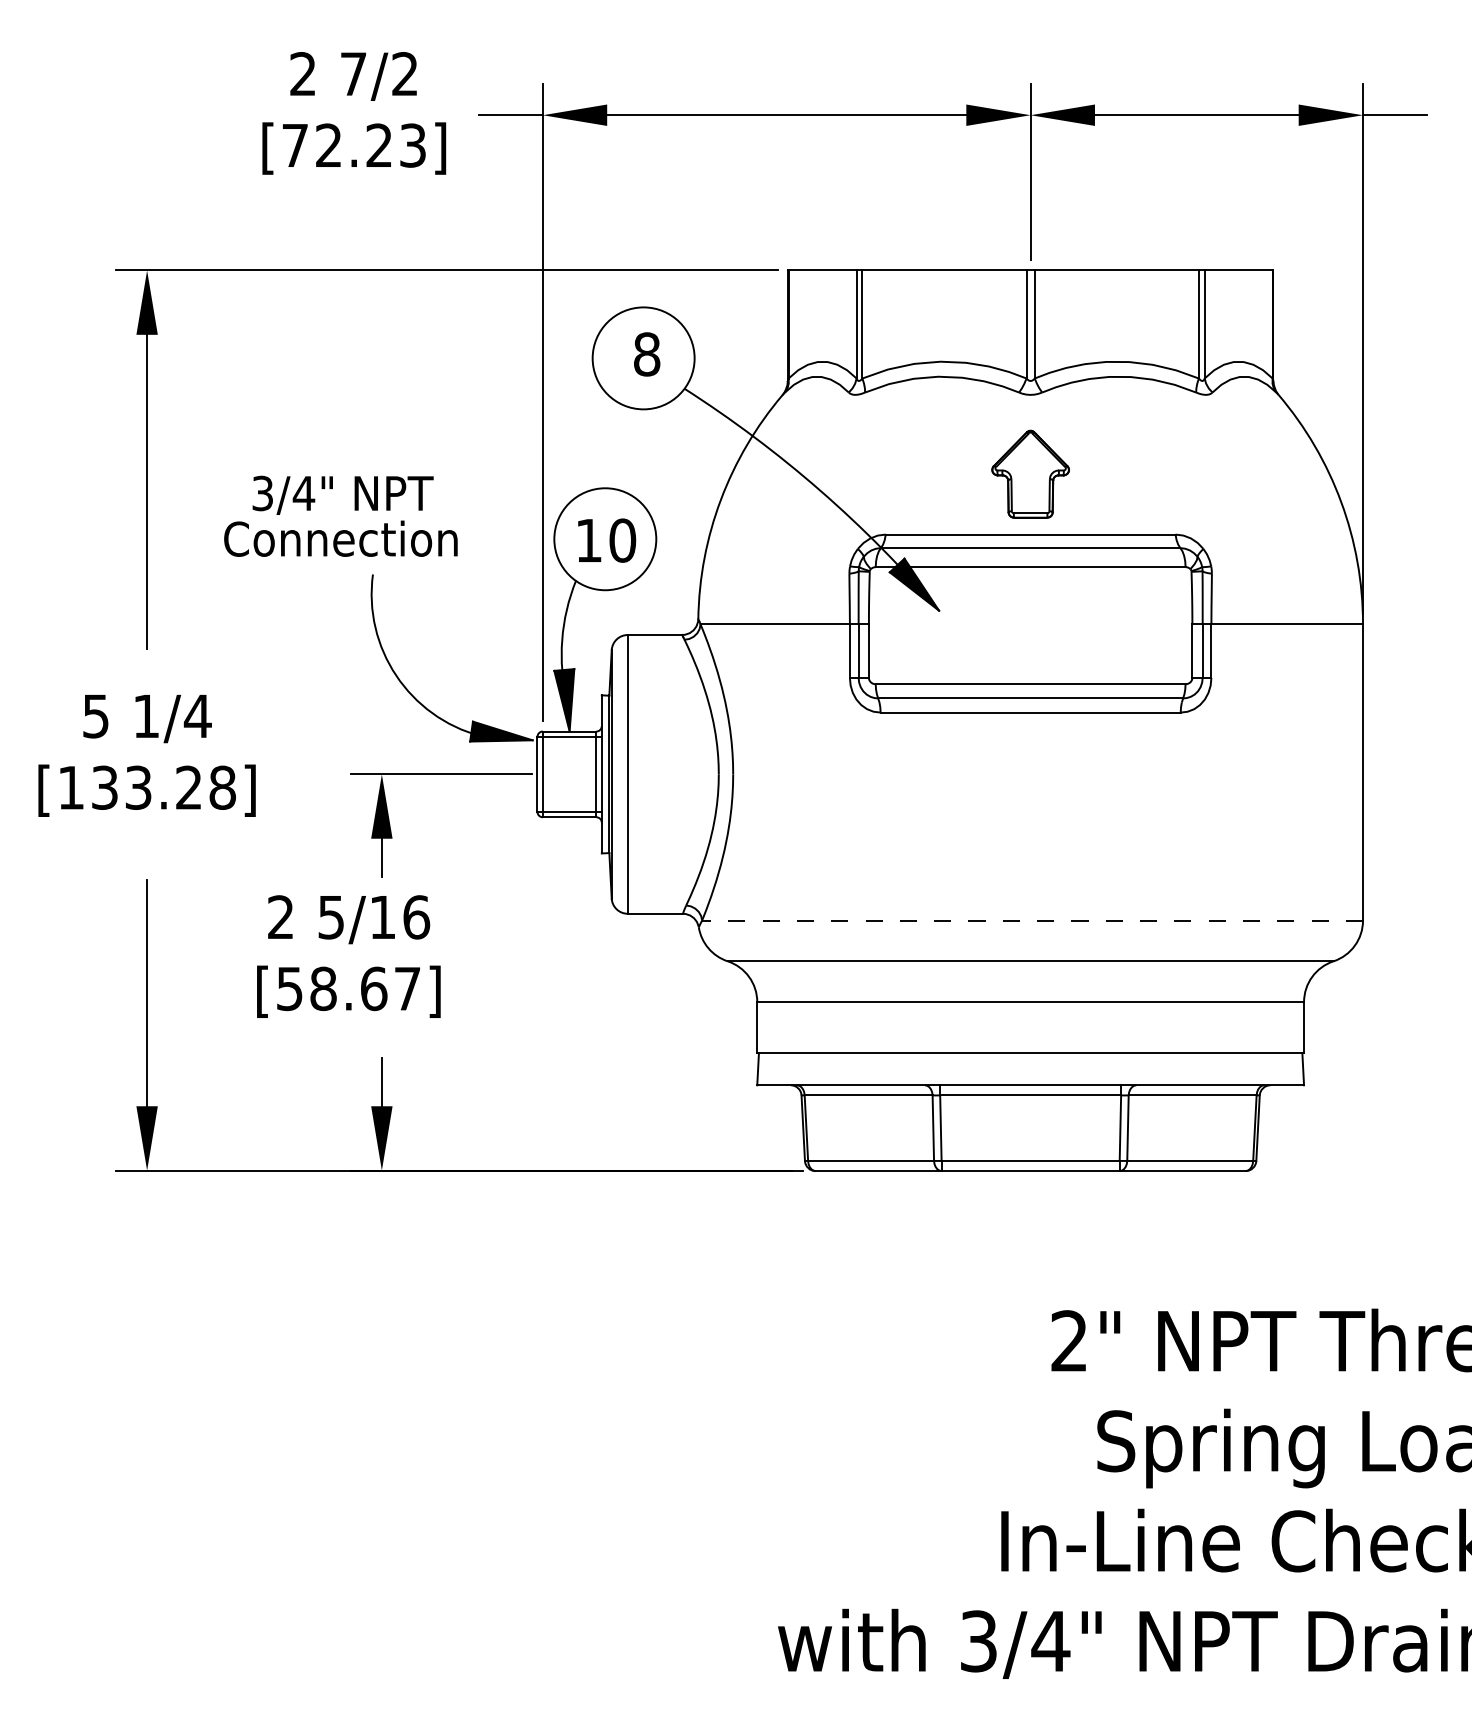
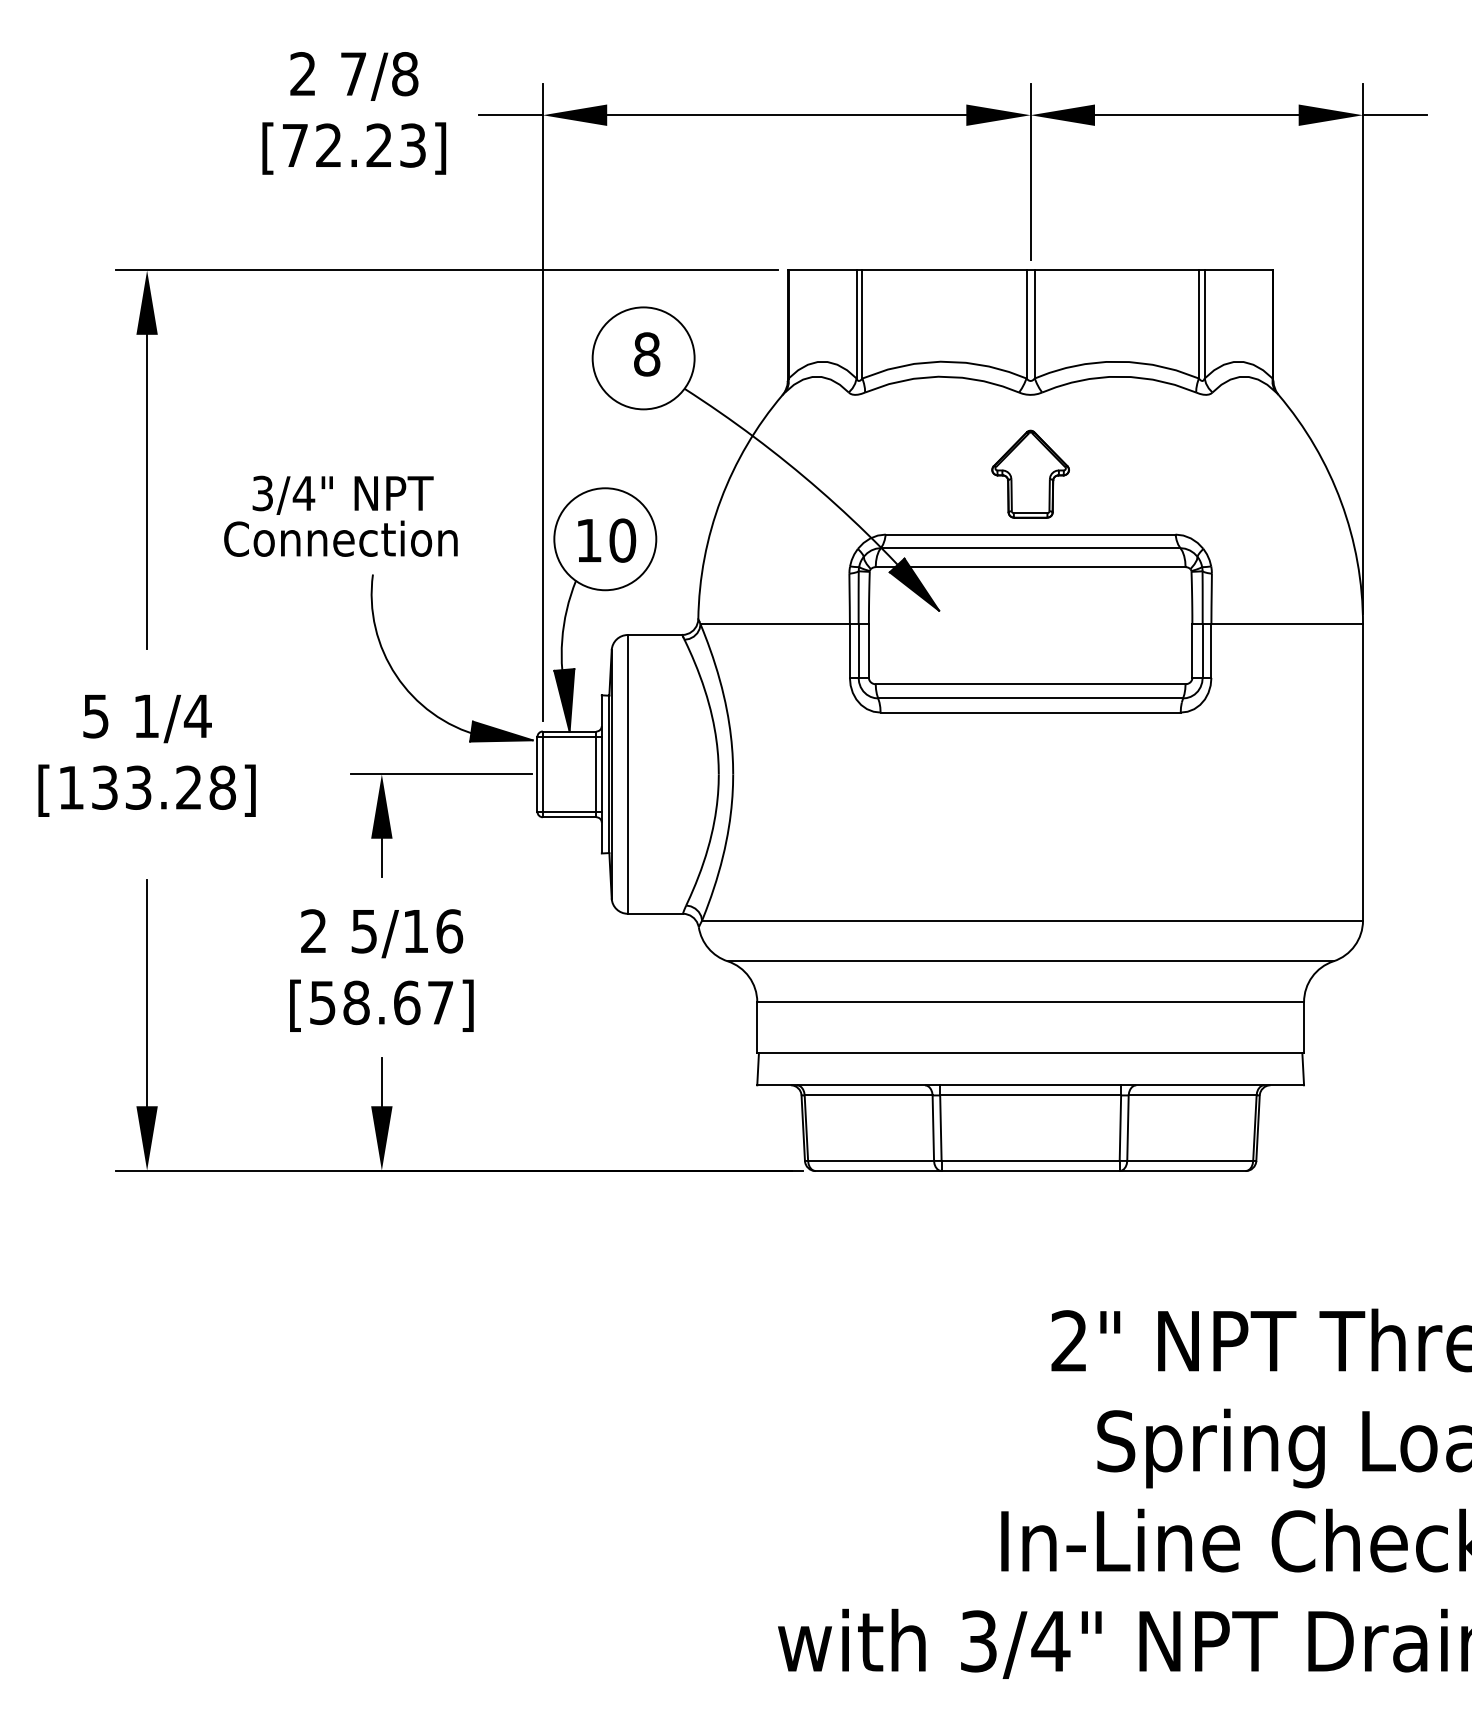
text at (405, 74): 7/2 -> 7/8
line at (1032, 920): dashed -> solid
text at (348, 956) position: (348, 956) -> (381, 970)
